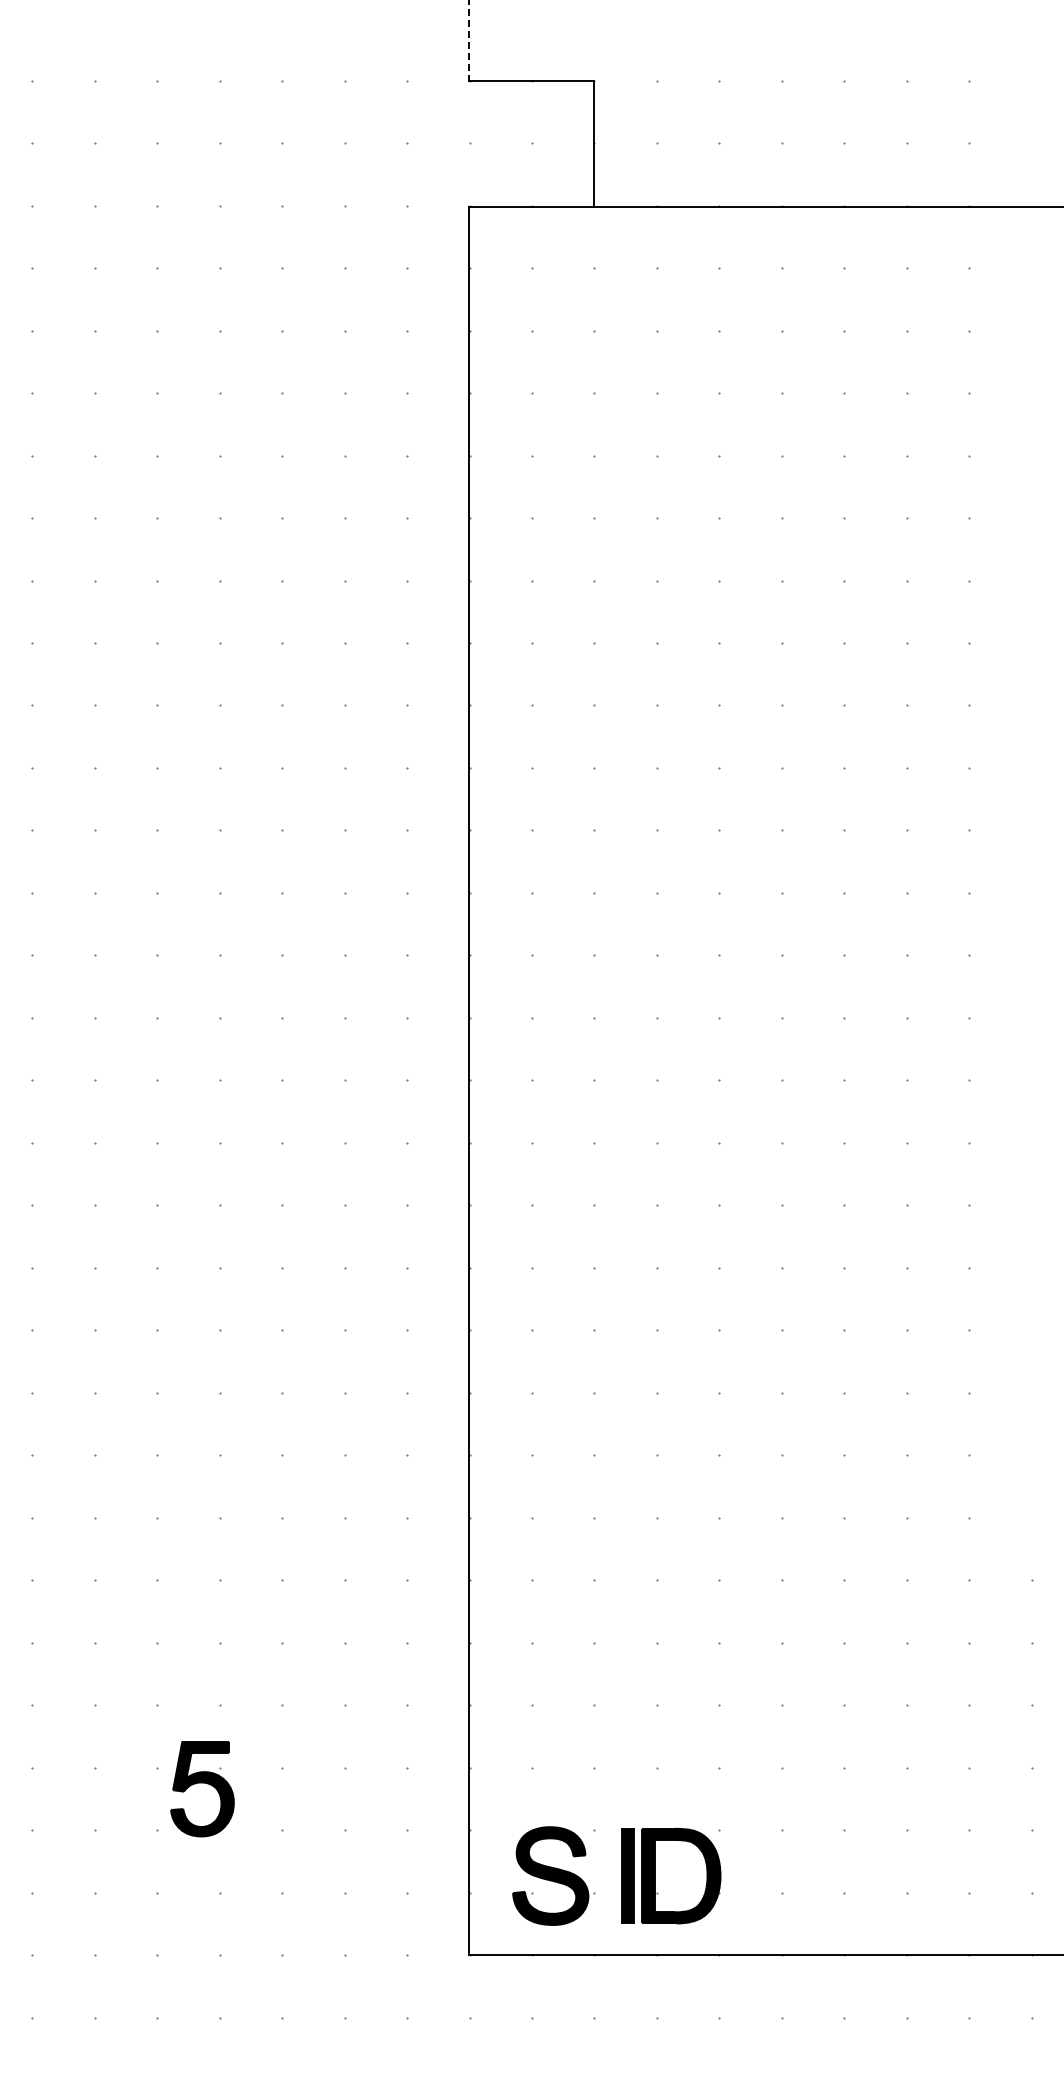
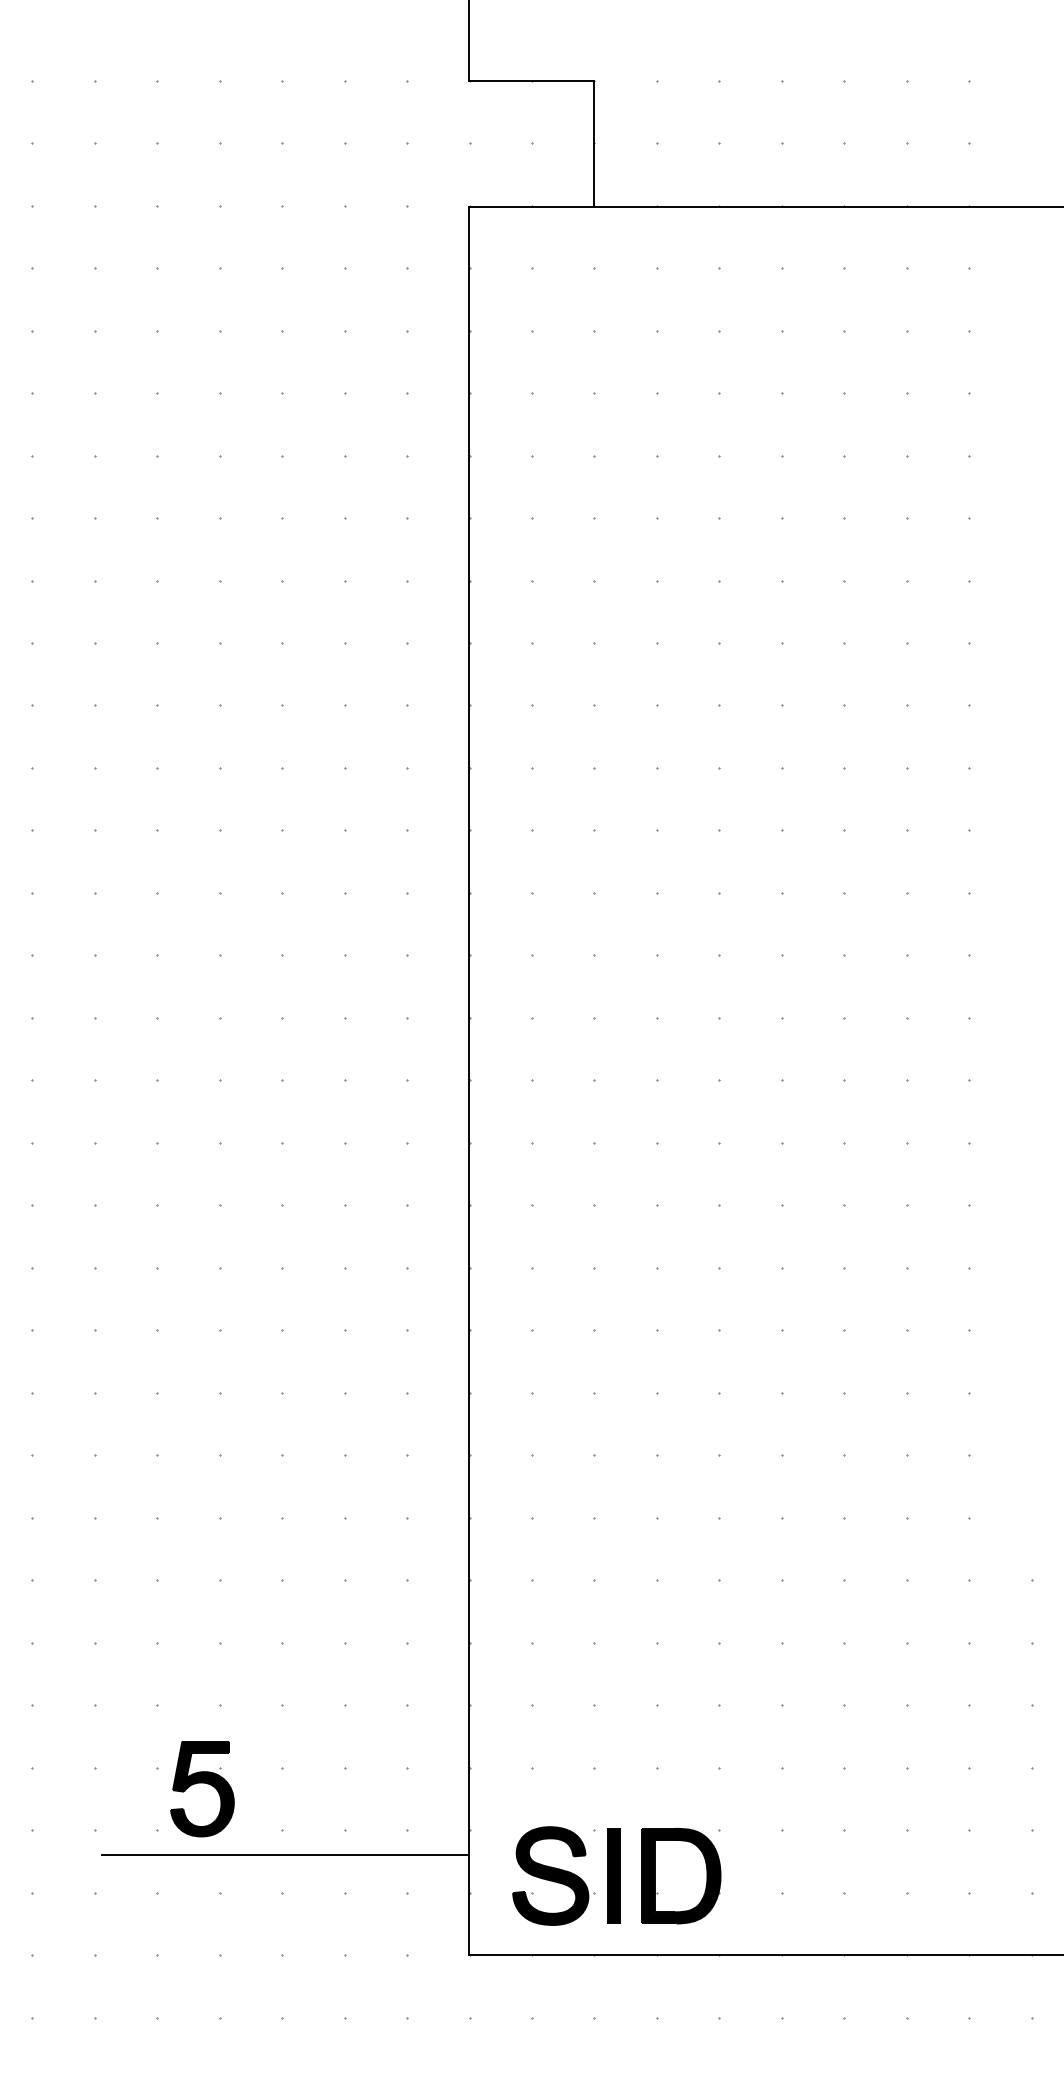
line at (469, 40): dashed -> solid
line at (285, 1855): none -> present
part at (627, 1875) position: (627, 1875) -> (613, 1875)
